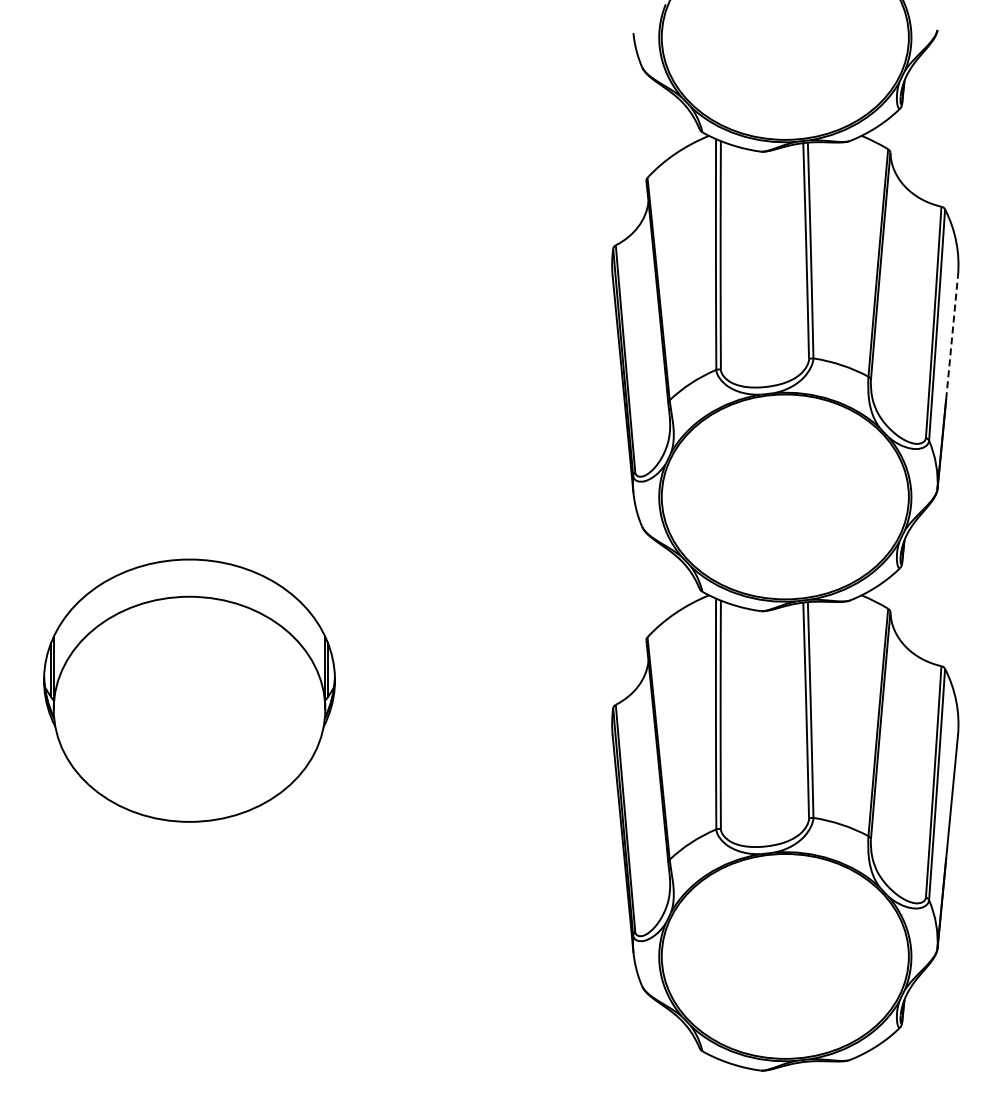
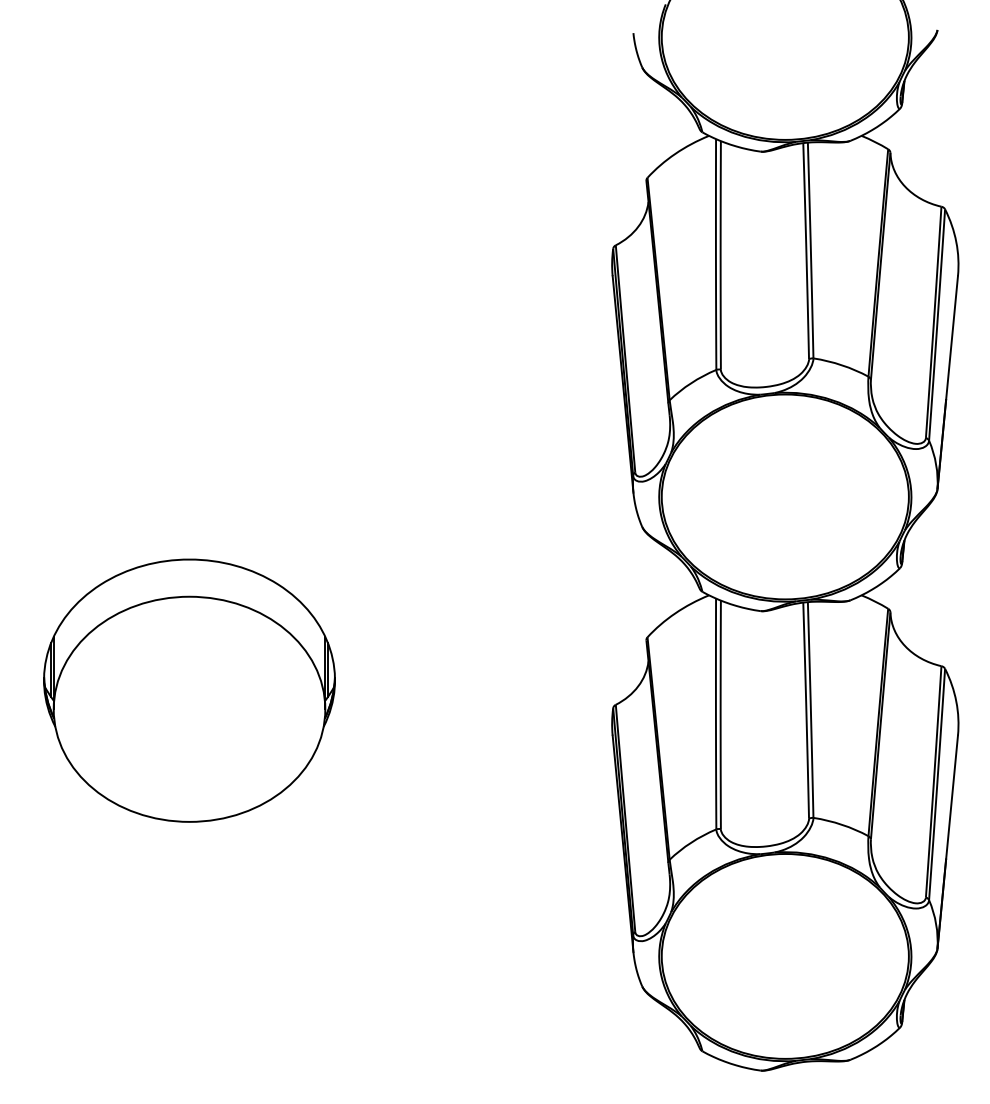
line at (952, 337): dashed -> solid
